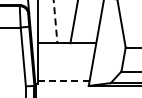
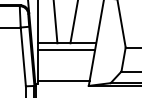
line at (55, 22): dashed -> solid
line at (66, 49): none -> present
line at (63, 81): dashed -> solid
